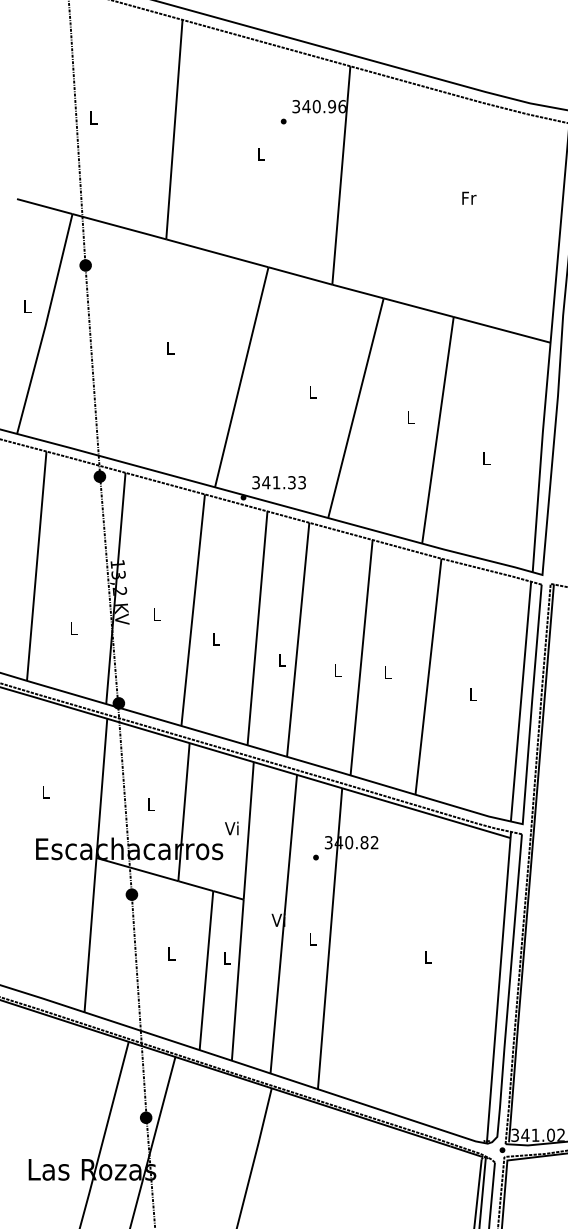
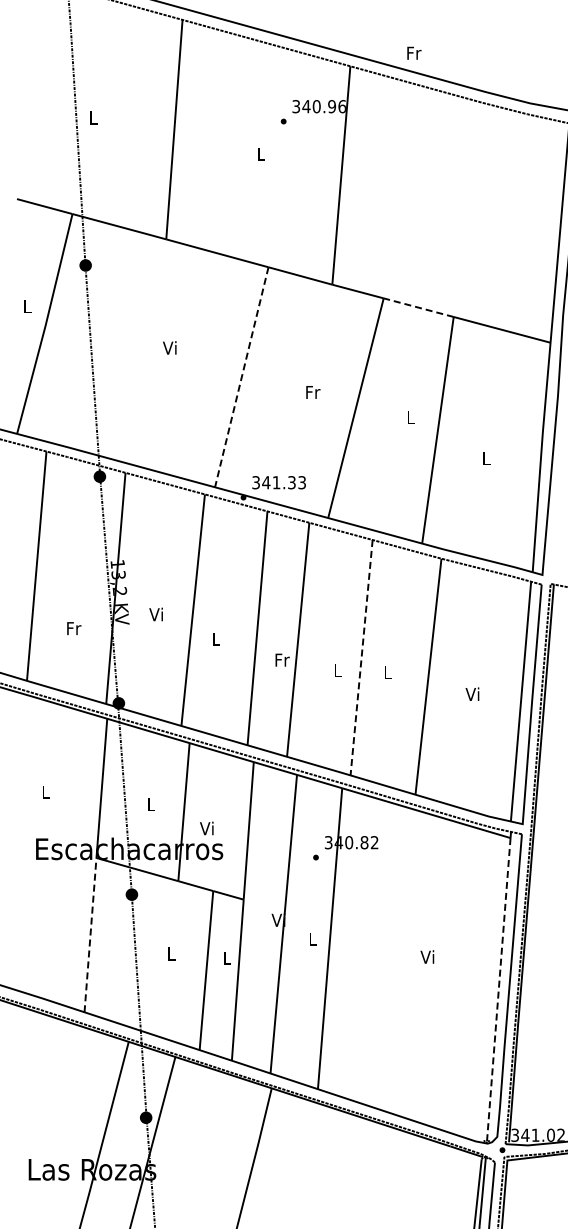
text at (469, 197) position: (469, 197) -> (414, 52)
line at (418, 307): solid -> dashed
text at (169, 347): L -> Vi
line at (241, 377): solid -> dashed
text at (313, 392): L -> Fr
text at (155, 614): L -> Vi
text at (74, 628): L -> Fr
line at (361, 658): solid -> dashed
text at (282, 659): L -> Fr
text at (472, 693): L -> Vi
text at (231, 828) position: (231, 828) -> (206, 828)
line at (90, 934): solid -> dashed
text at (427, 956): L -> Vi
line at (498, 990): solid -> dashed
